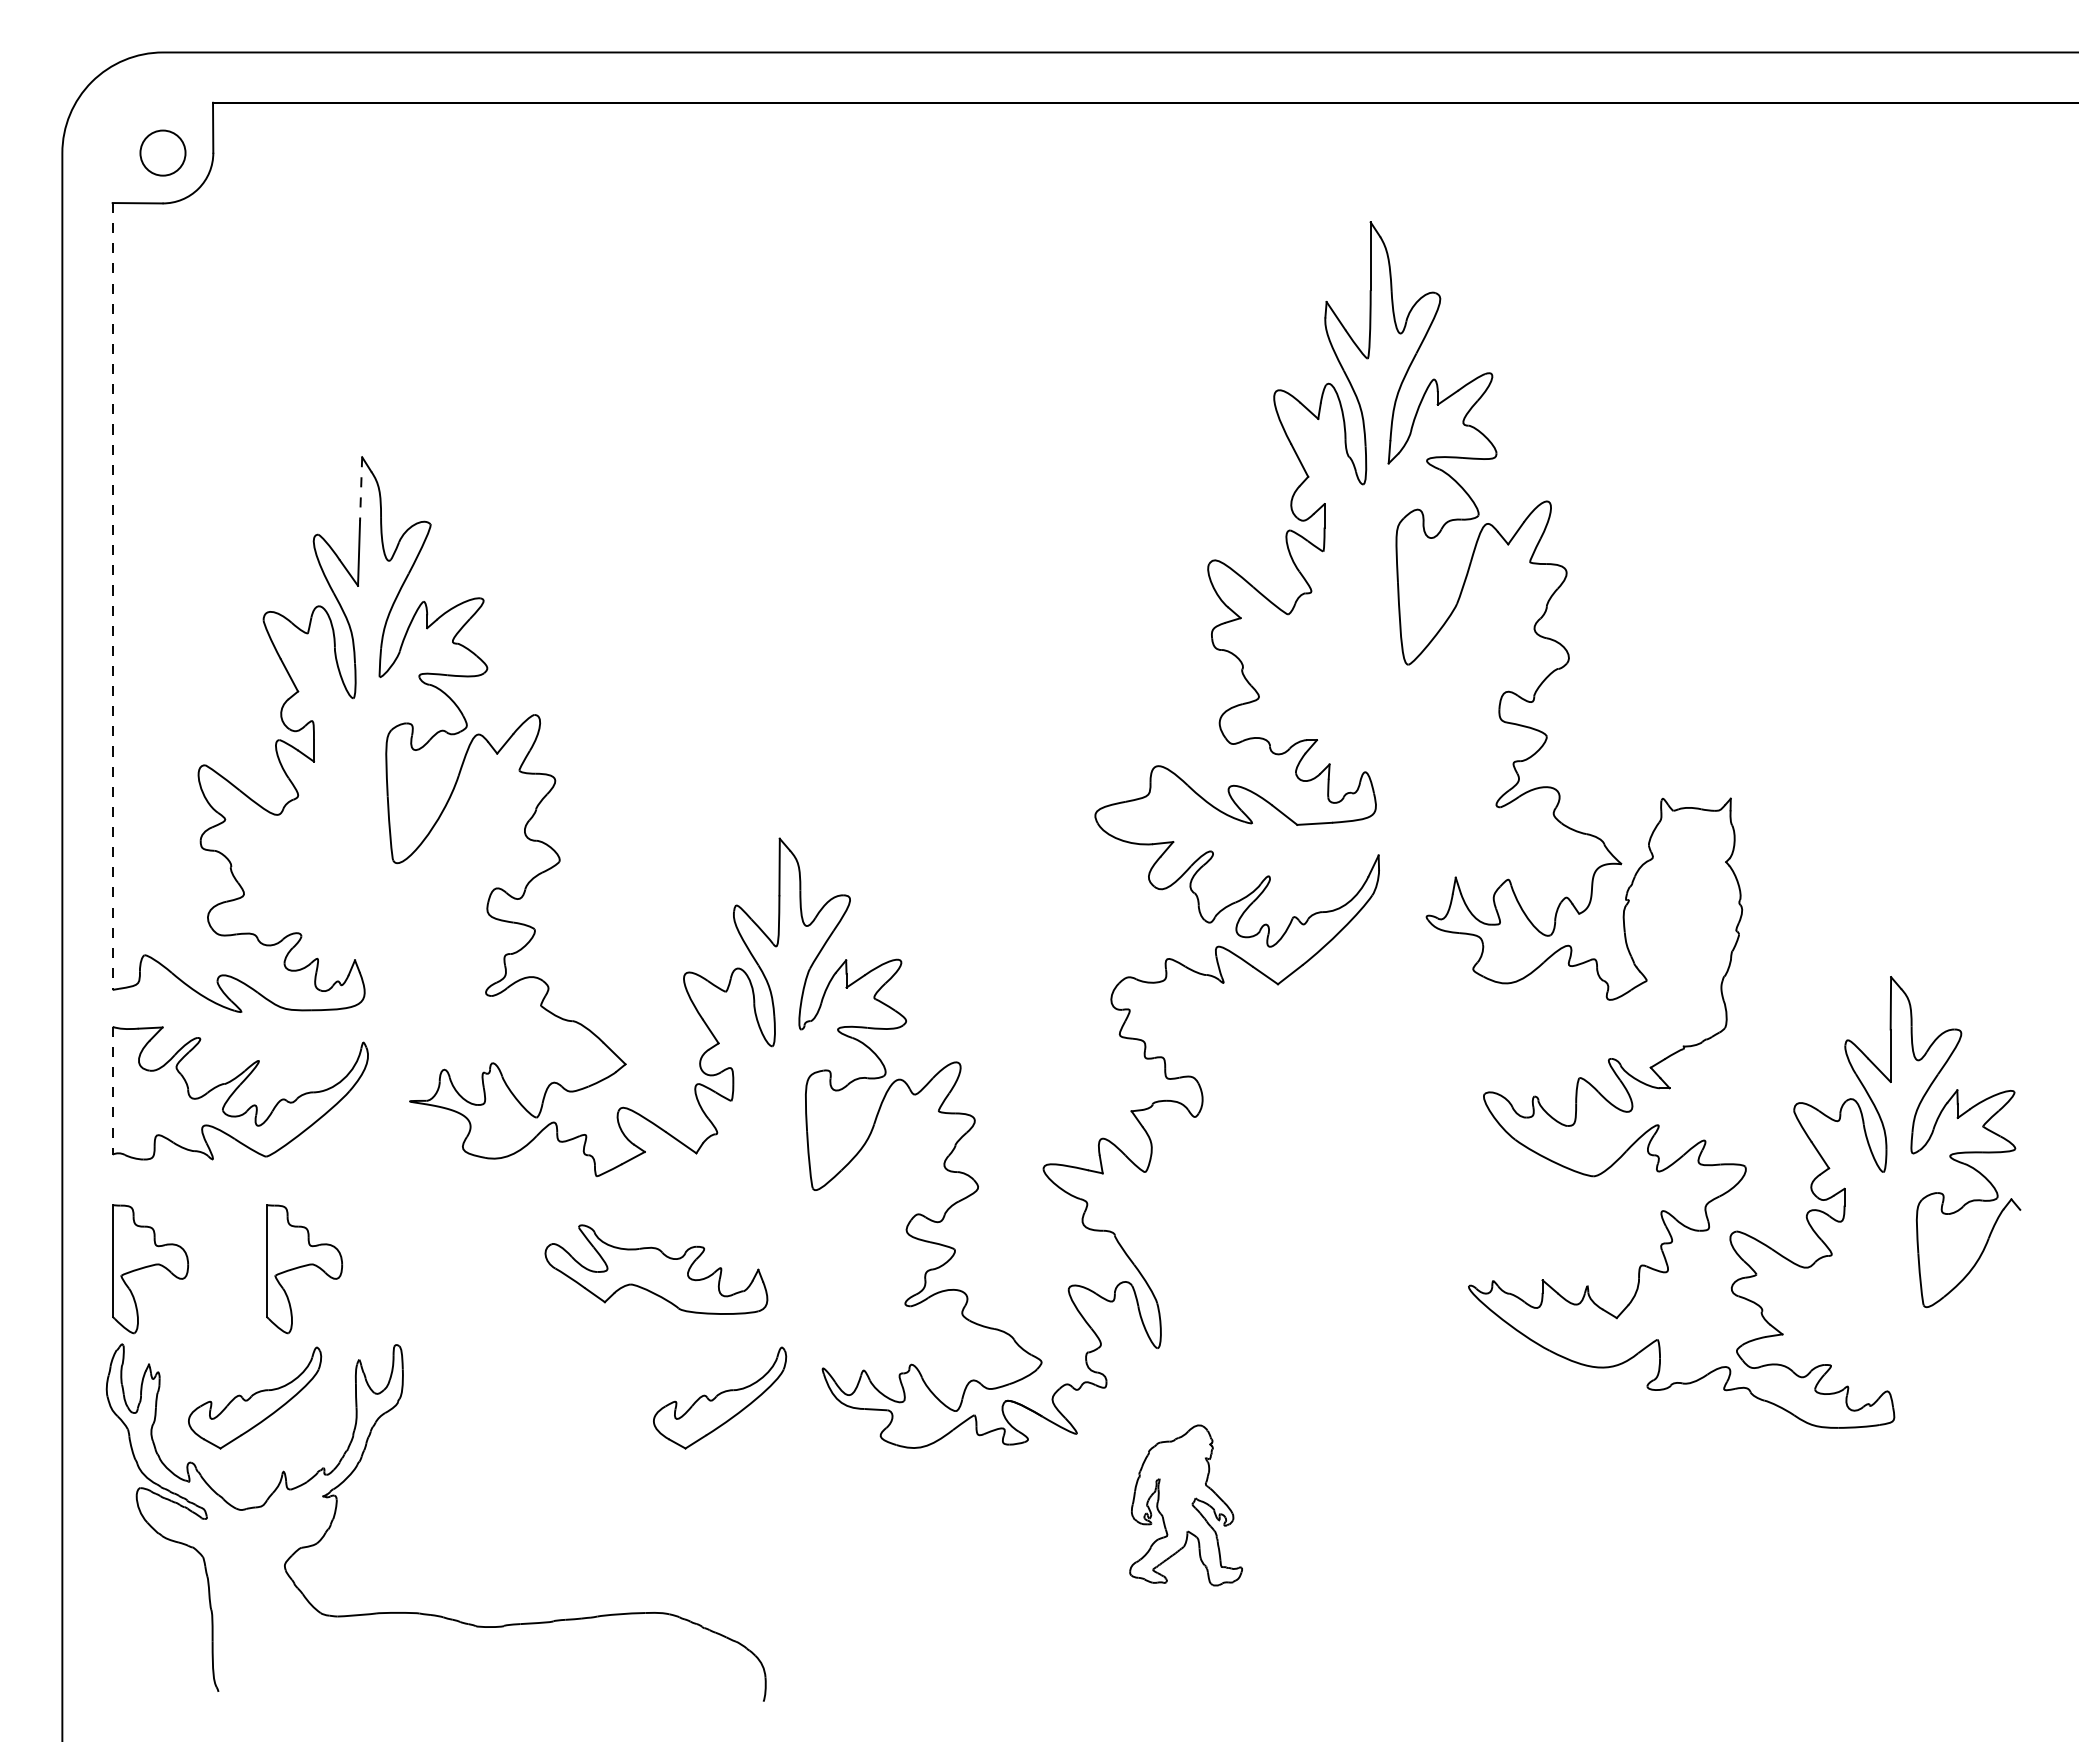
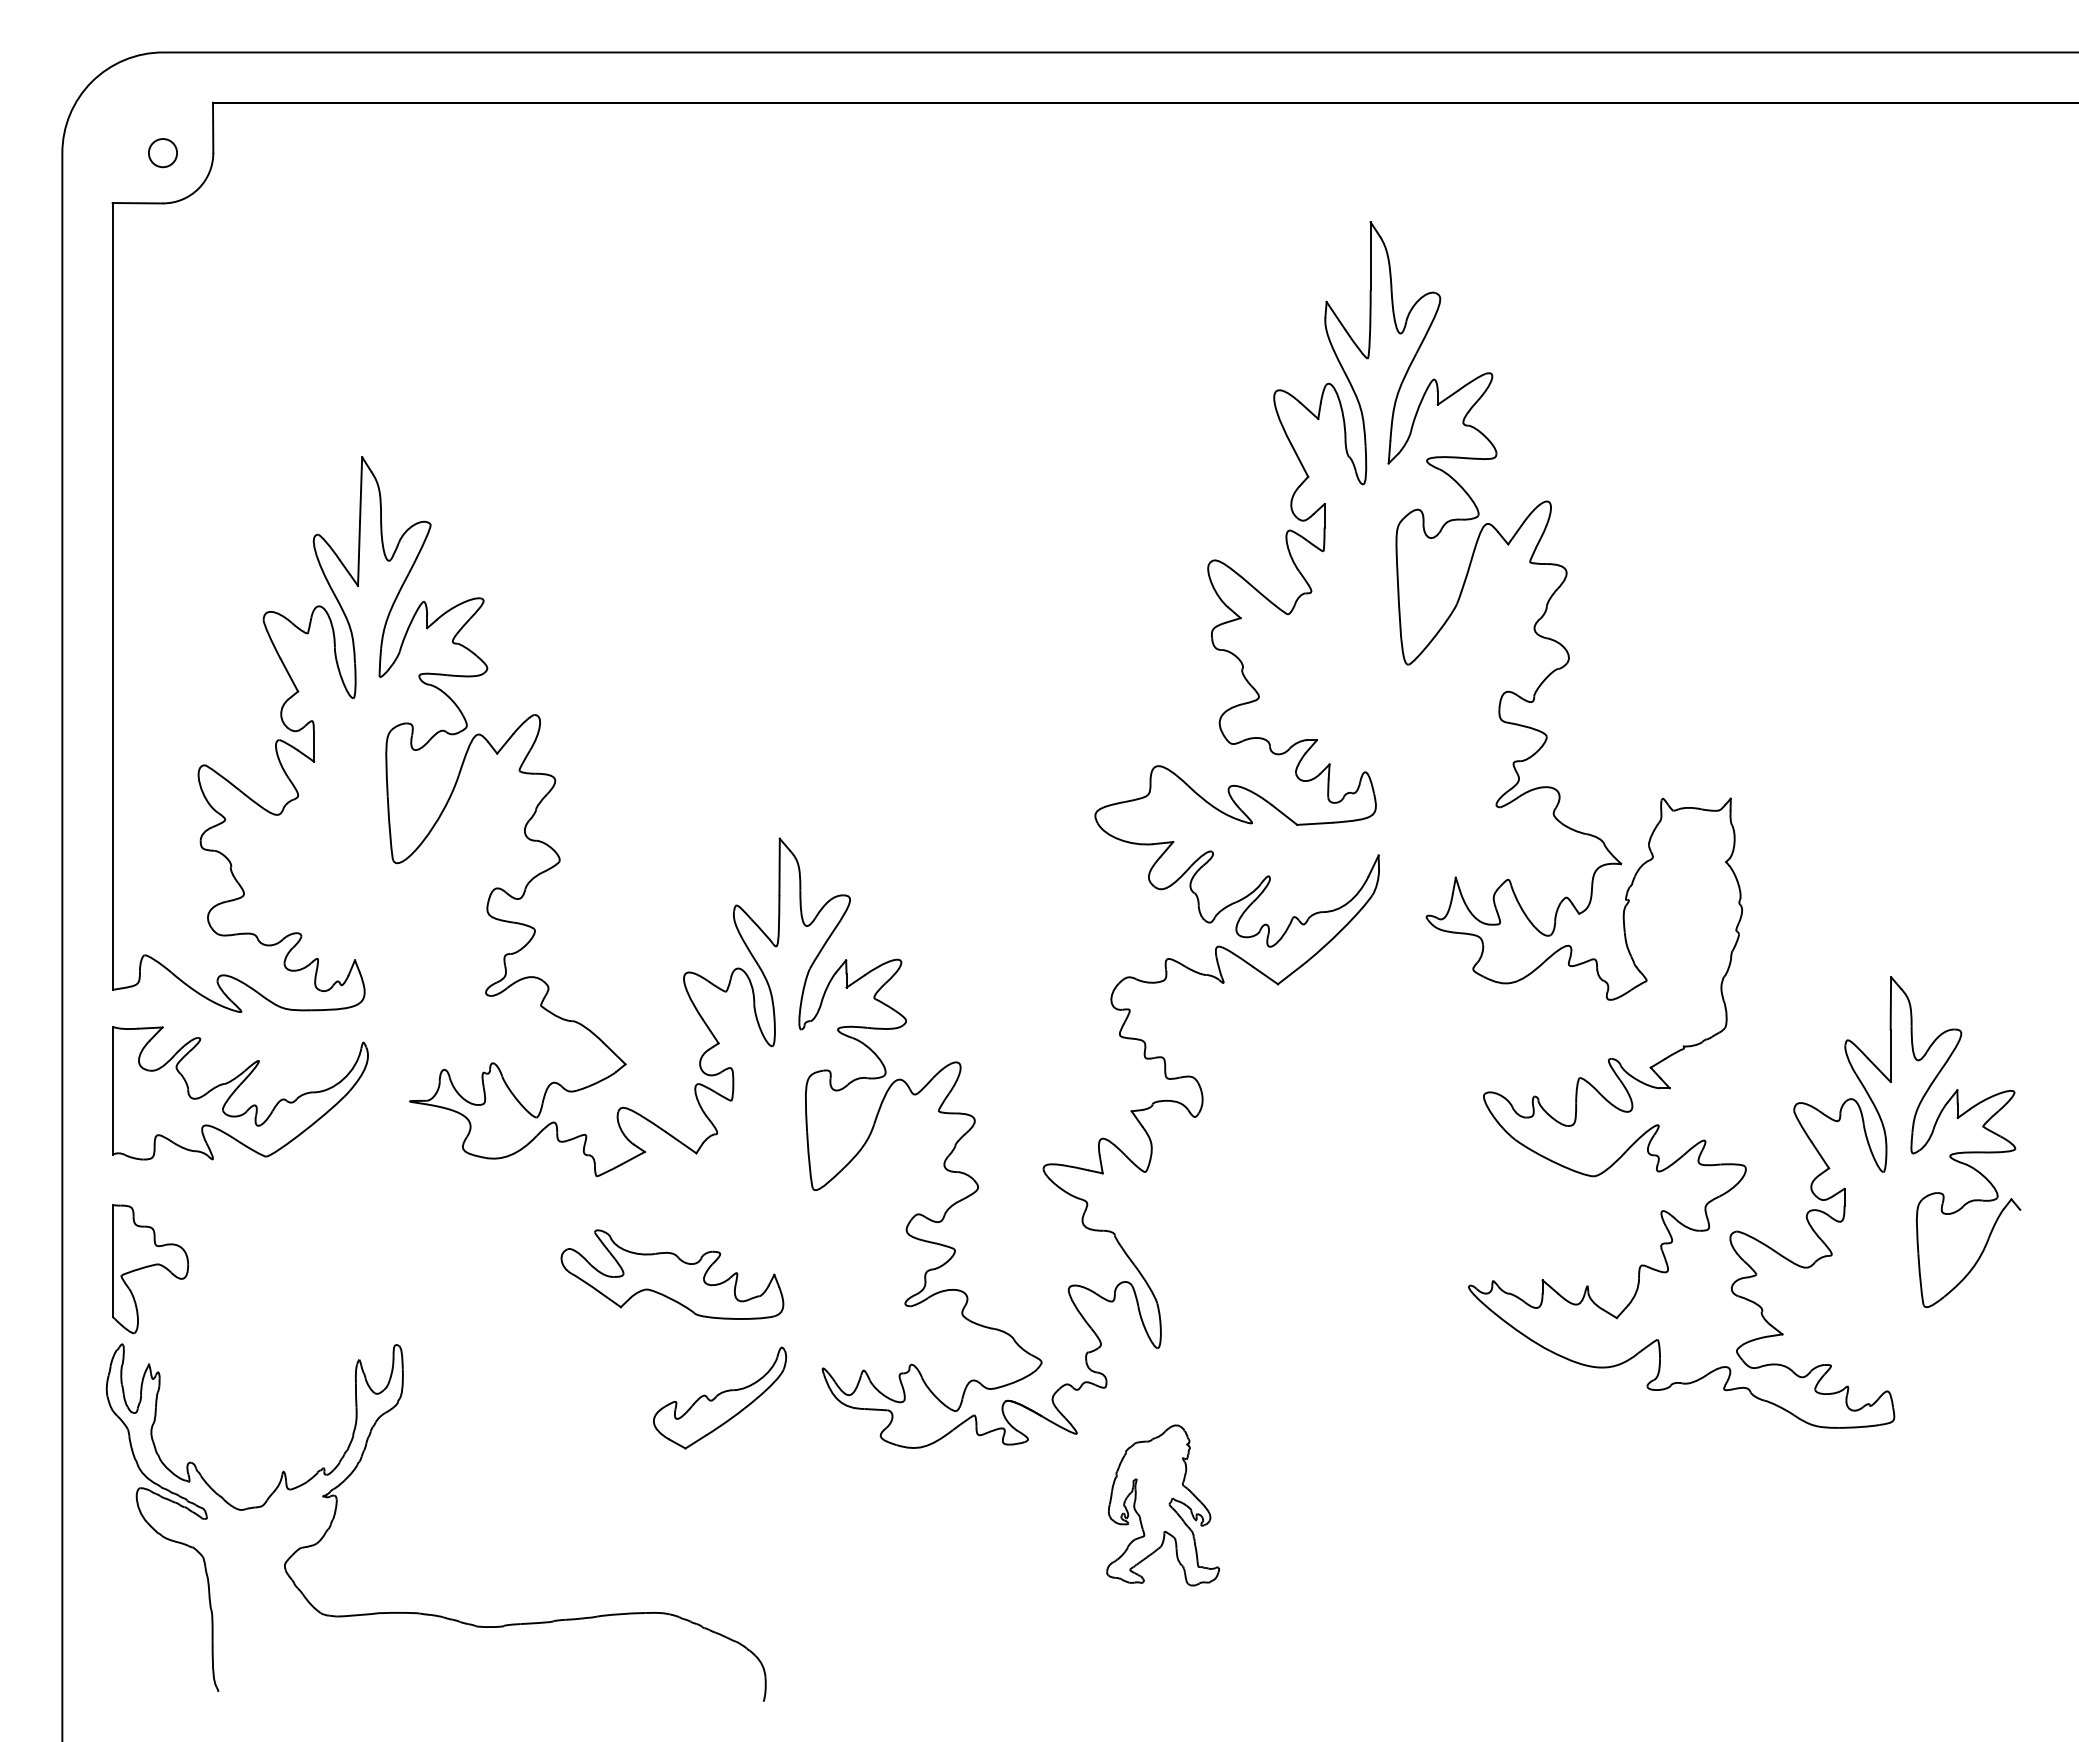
circle at (162, 152) diameter: 45 px -> 28 px
line at (361, 489): dashed -> solid
line at (112, 596): dashed -> solid
line at (112, 1090): dashed -> solid
part at (304, 1269): present -> none
part at (656, 1269) position: (656, 1269) -> (672, 1274)
part at (255, 1397): present -> none
part at (1185, 1505) position: (1185, 1505) -> (1162, 1505)
